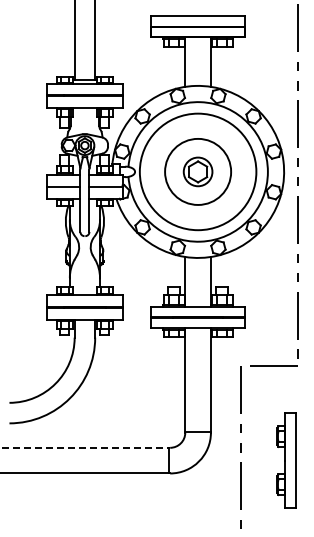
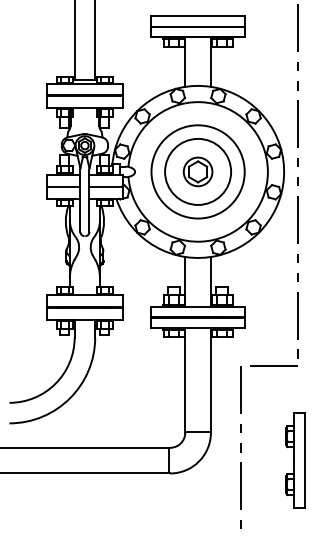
circle at (197, 171) diameter: 117 px -> 93 px
line at (85, 447): dashed -> solid
part at (286, 460) position: (286, 460) -> (295, 460)
